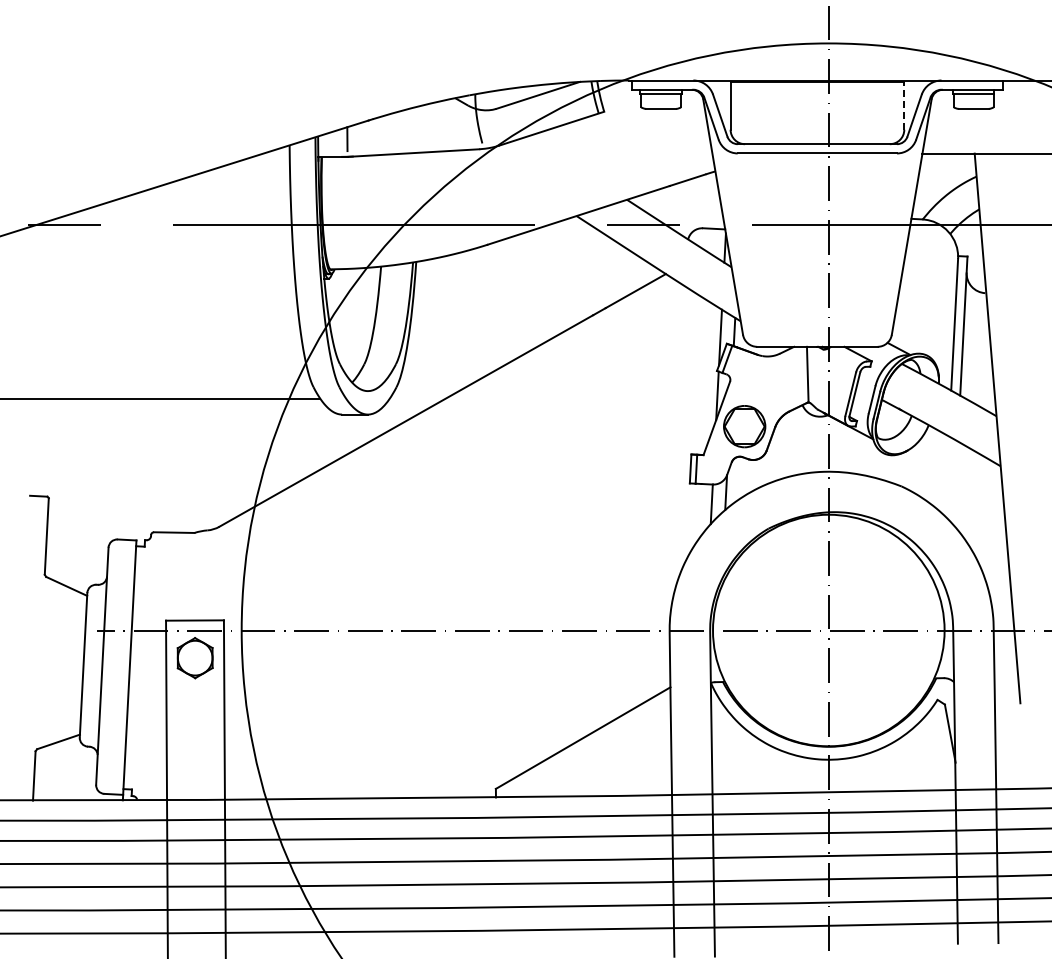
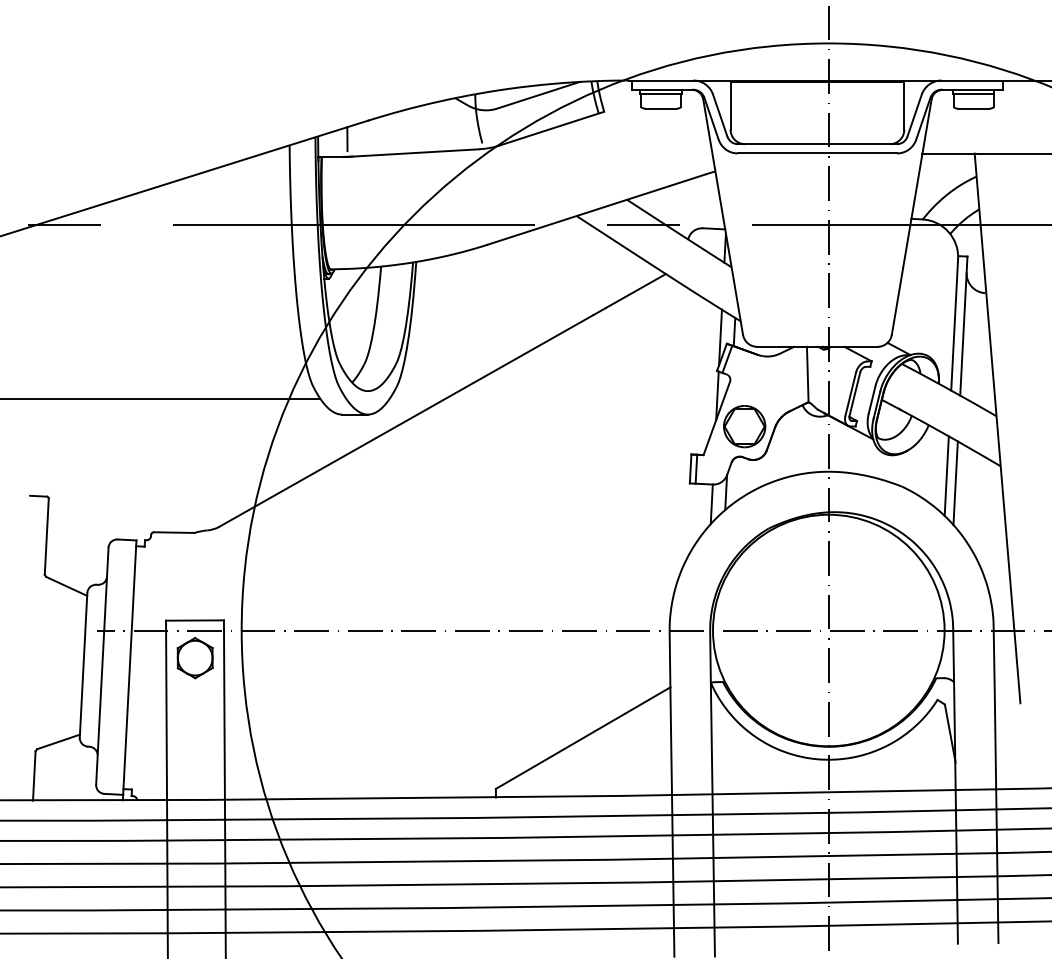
line at (904, 105): dashed -> solid
line at (946, 475): none -> present
line at (955, 482): none -> present
